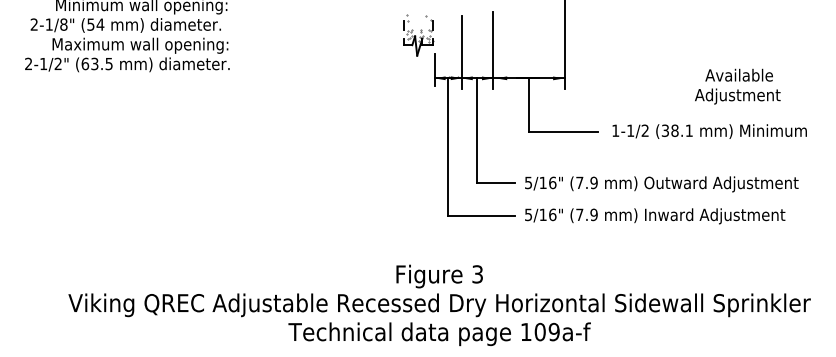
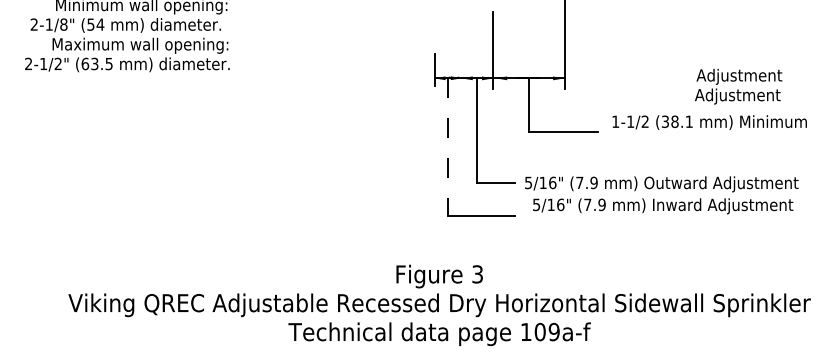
part at (418, 35): present -> none
line at (461, 51): present -> none
text at (739, 76): Available -> Adjustment
text at (709, 131) position: (709, 131) -> (709, 122)
line at (448, 147): solid -> dashed
text at (655, 216) position: (655, 216) -> (663, 206)
